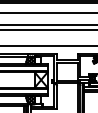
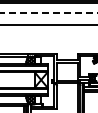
line at (48, 12): solid -> dashed
line at (48, 29): present -> none
line at (48, 46): present -> none
